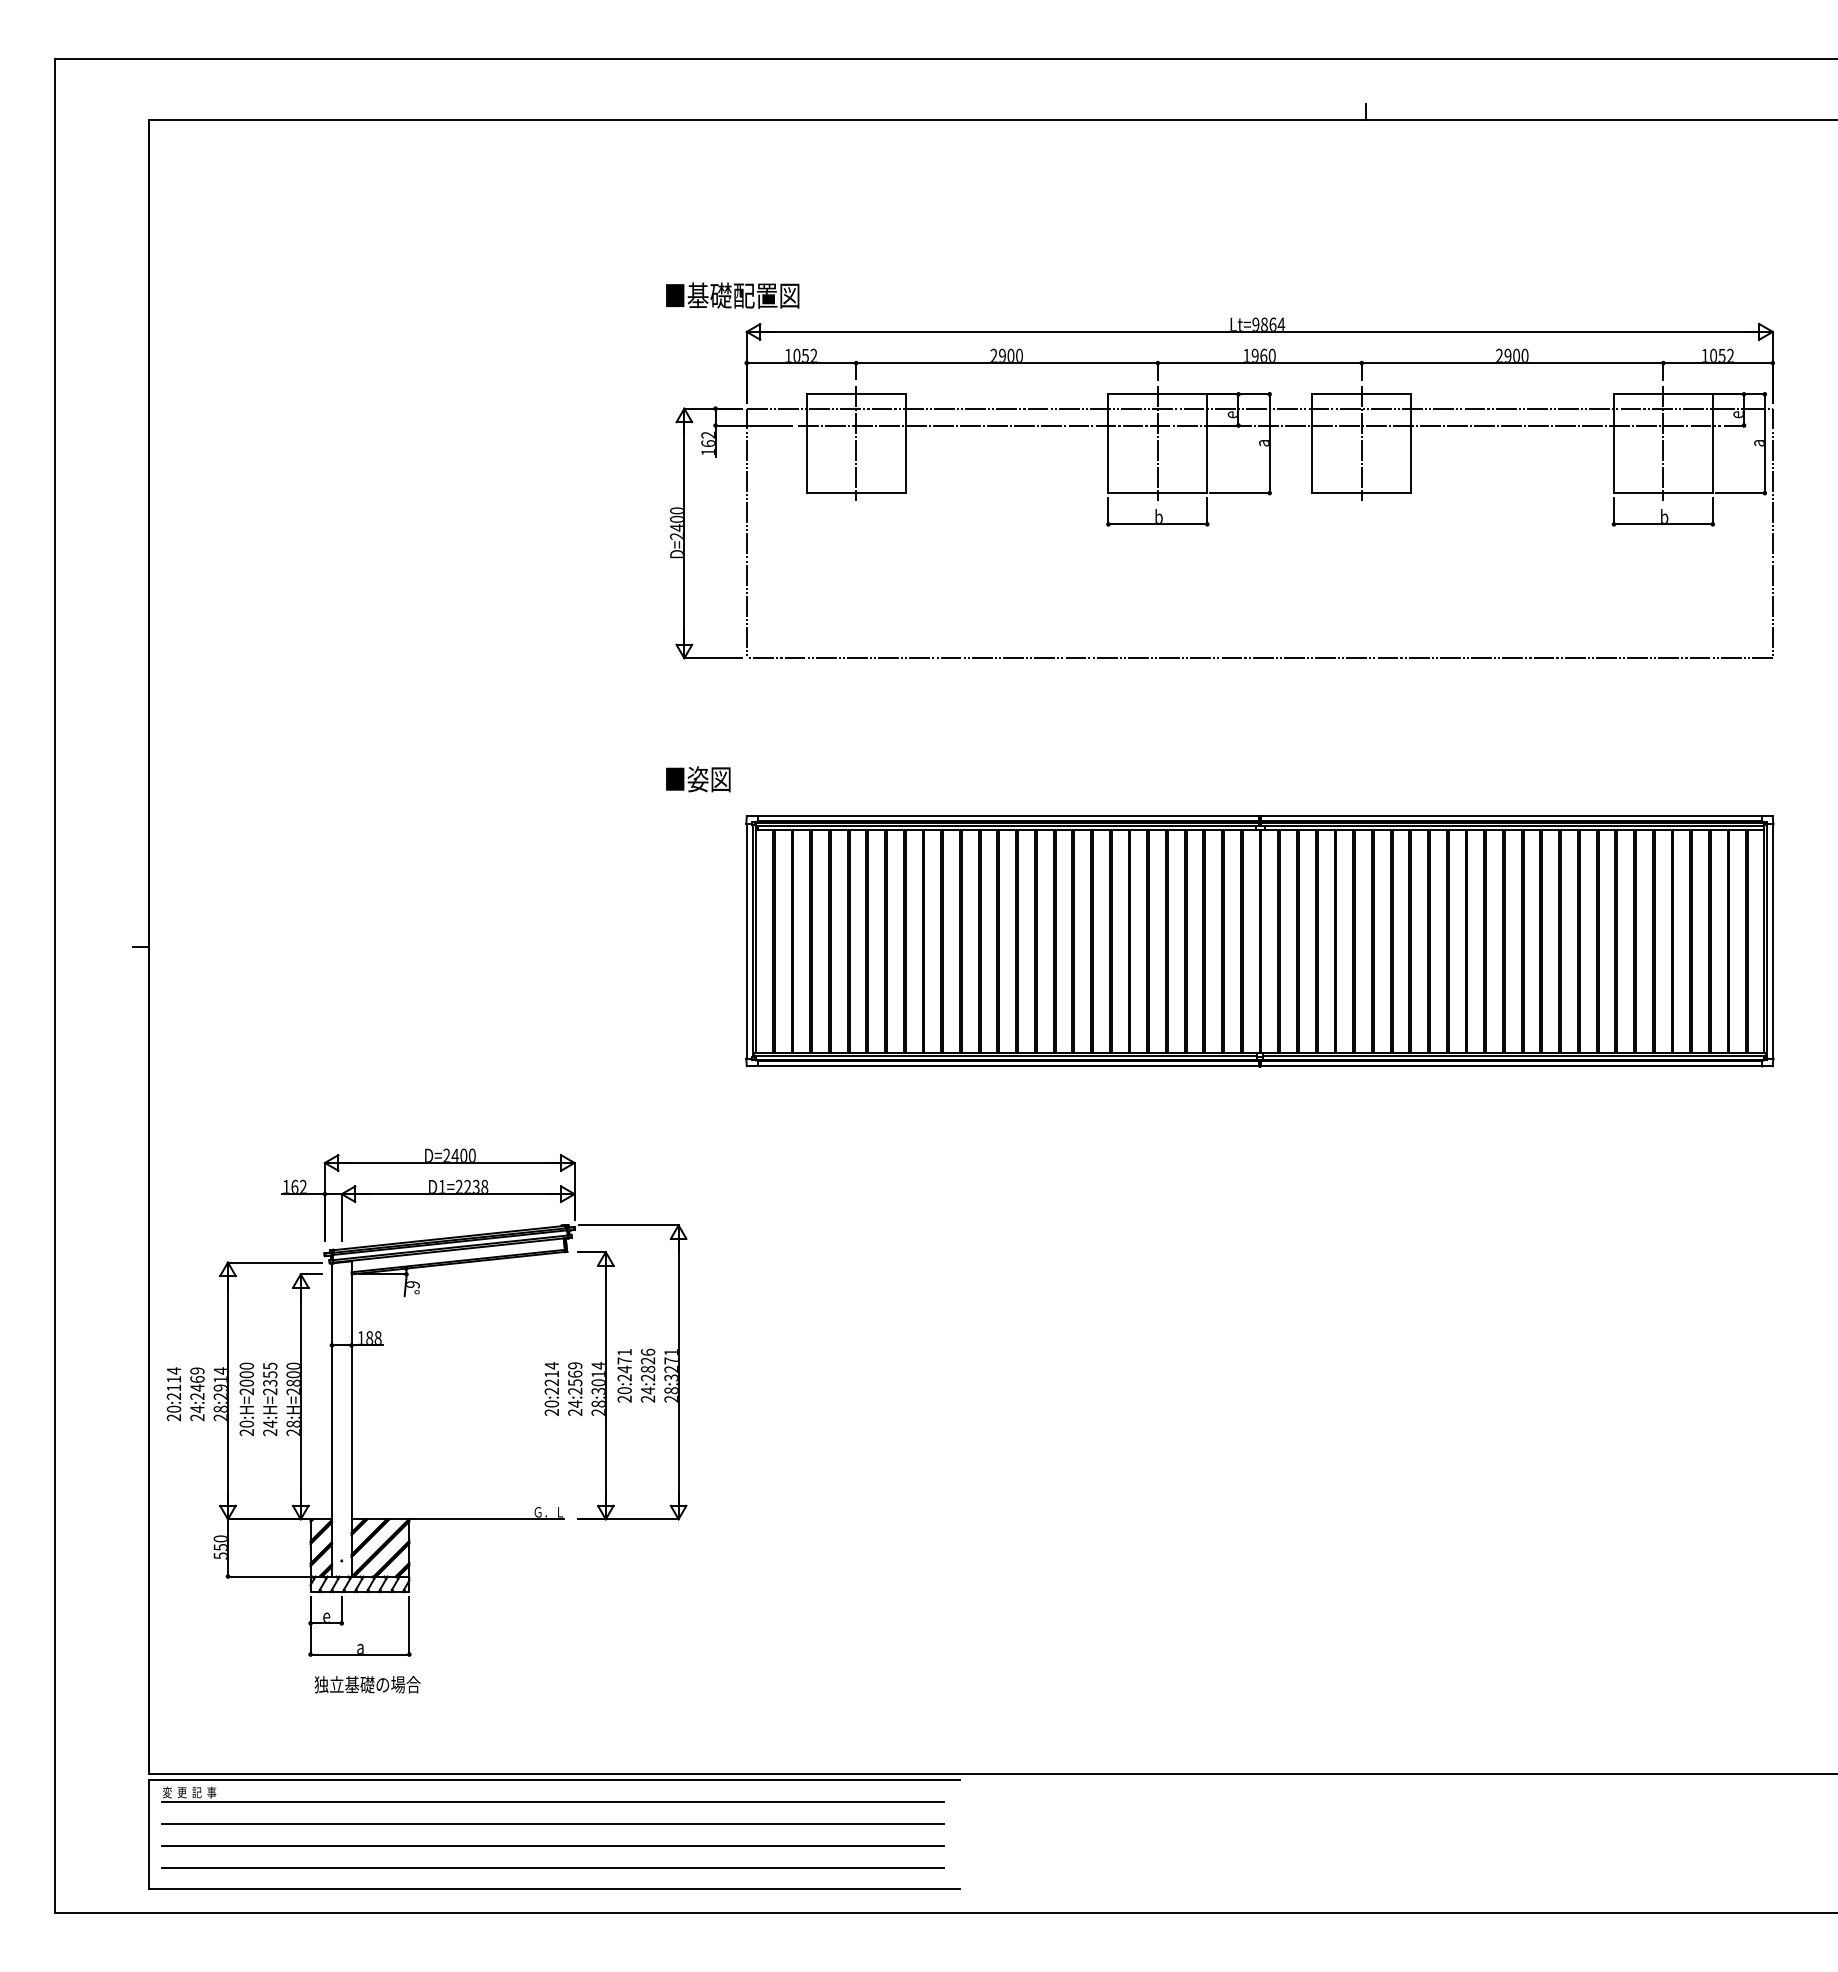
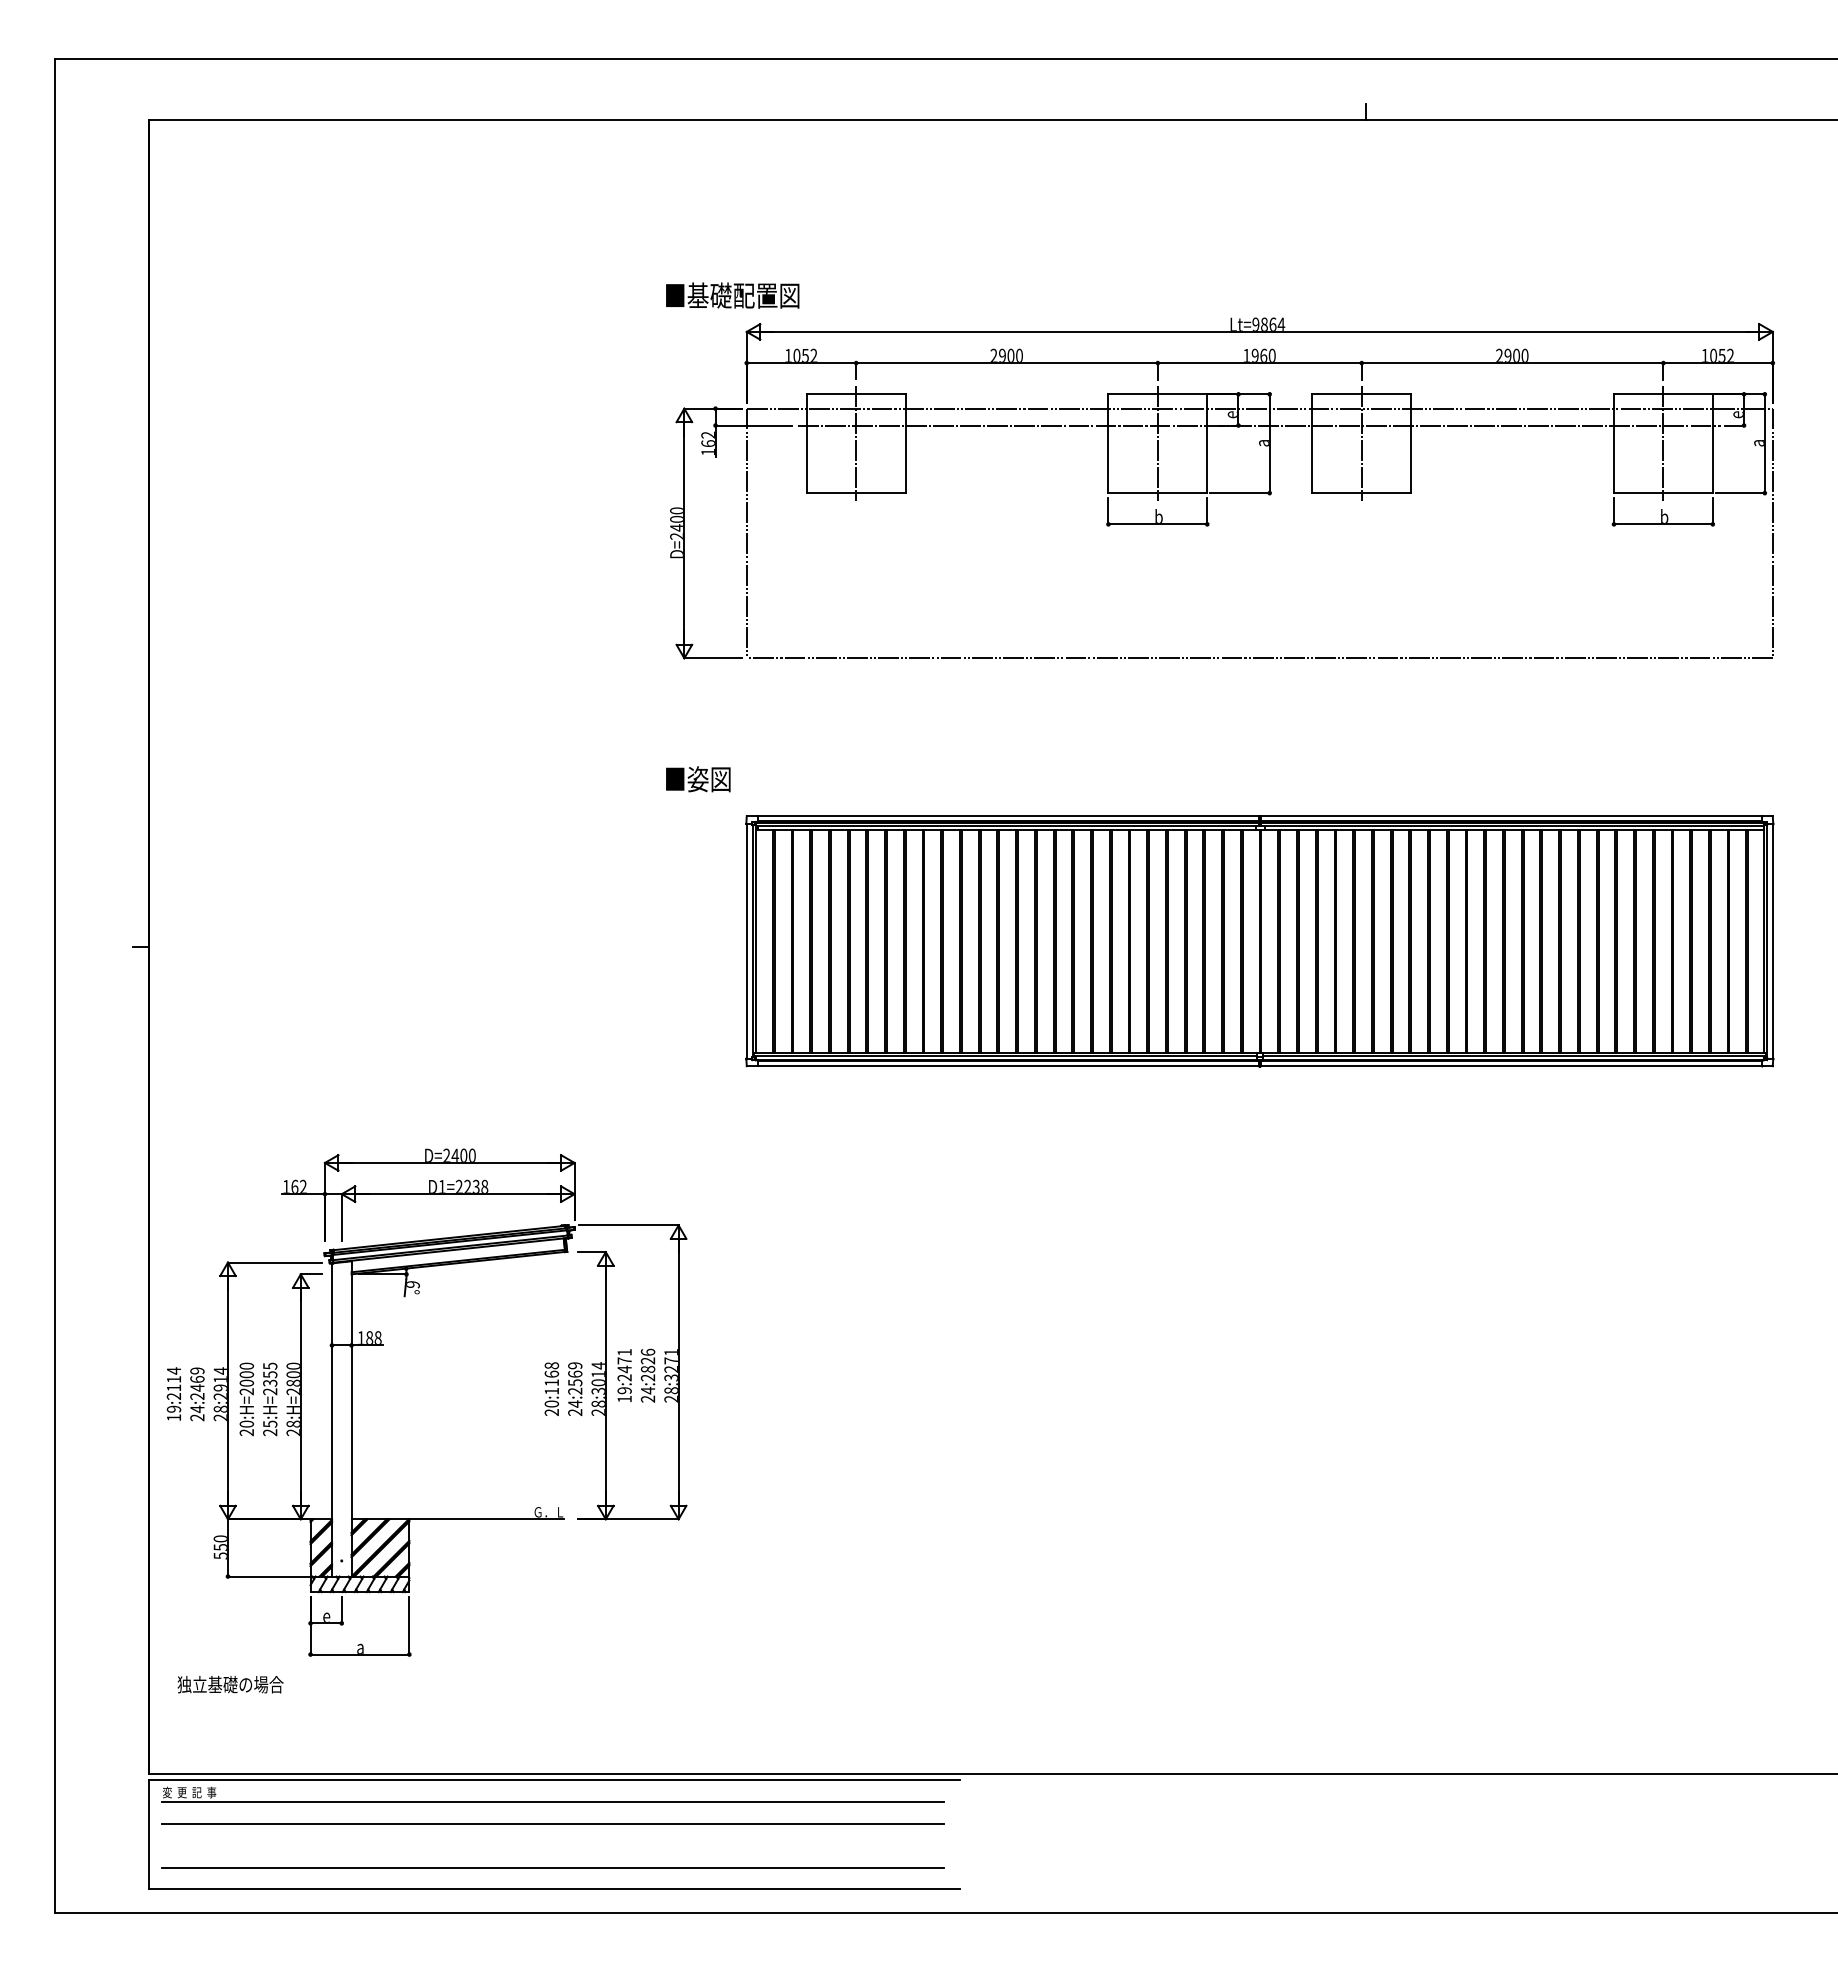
text at (551, 1378): 20:2214 -> 20:1168
text at (624, 1394): 20:2471 -> 19:2471
text at (173, 1413): 20:2114 -> 19:2114
text at (270, 1423): 24:H=2355 -> 25:H=2355
text at (367, 1684) position: (367, 1684) -> (230, 1684)
line at (552, 1845): present -> none
